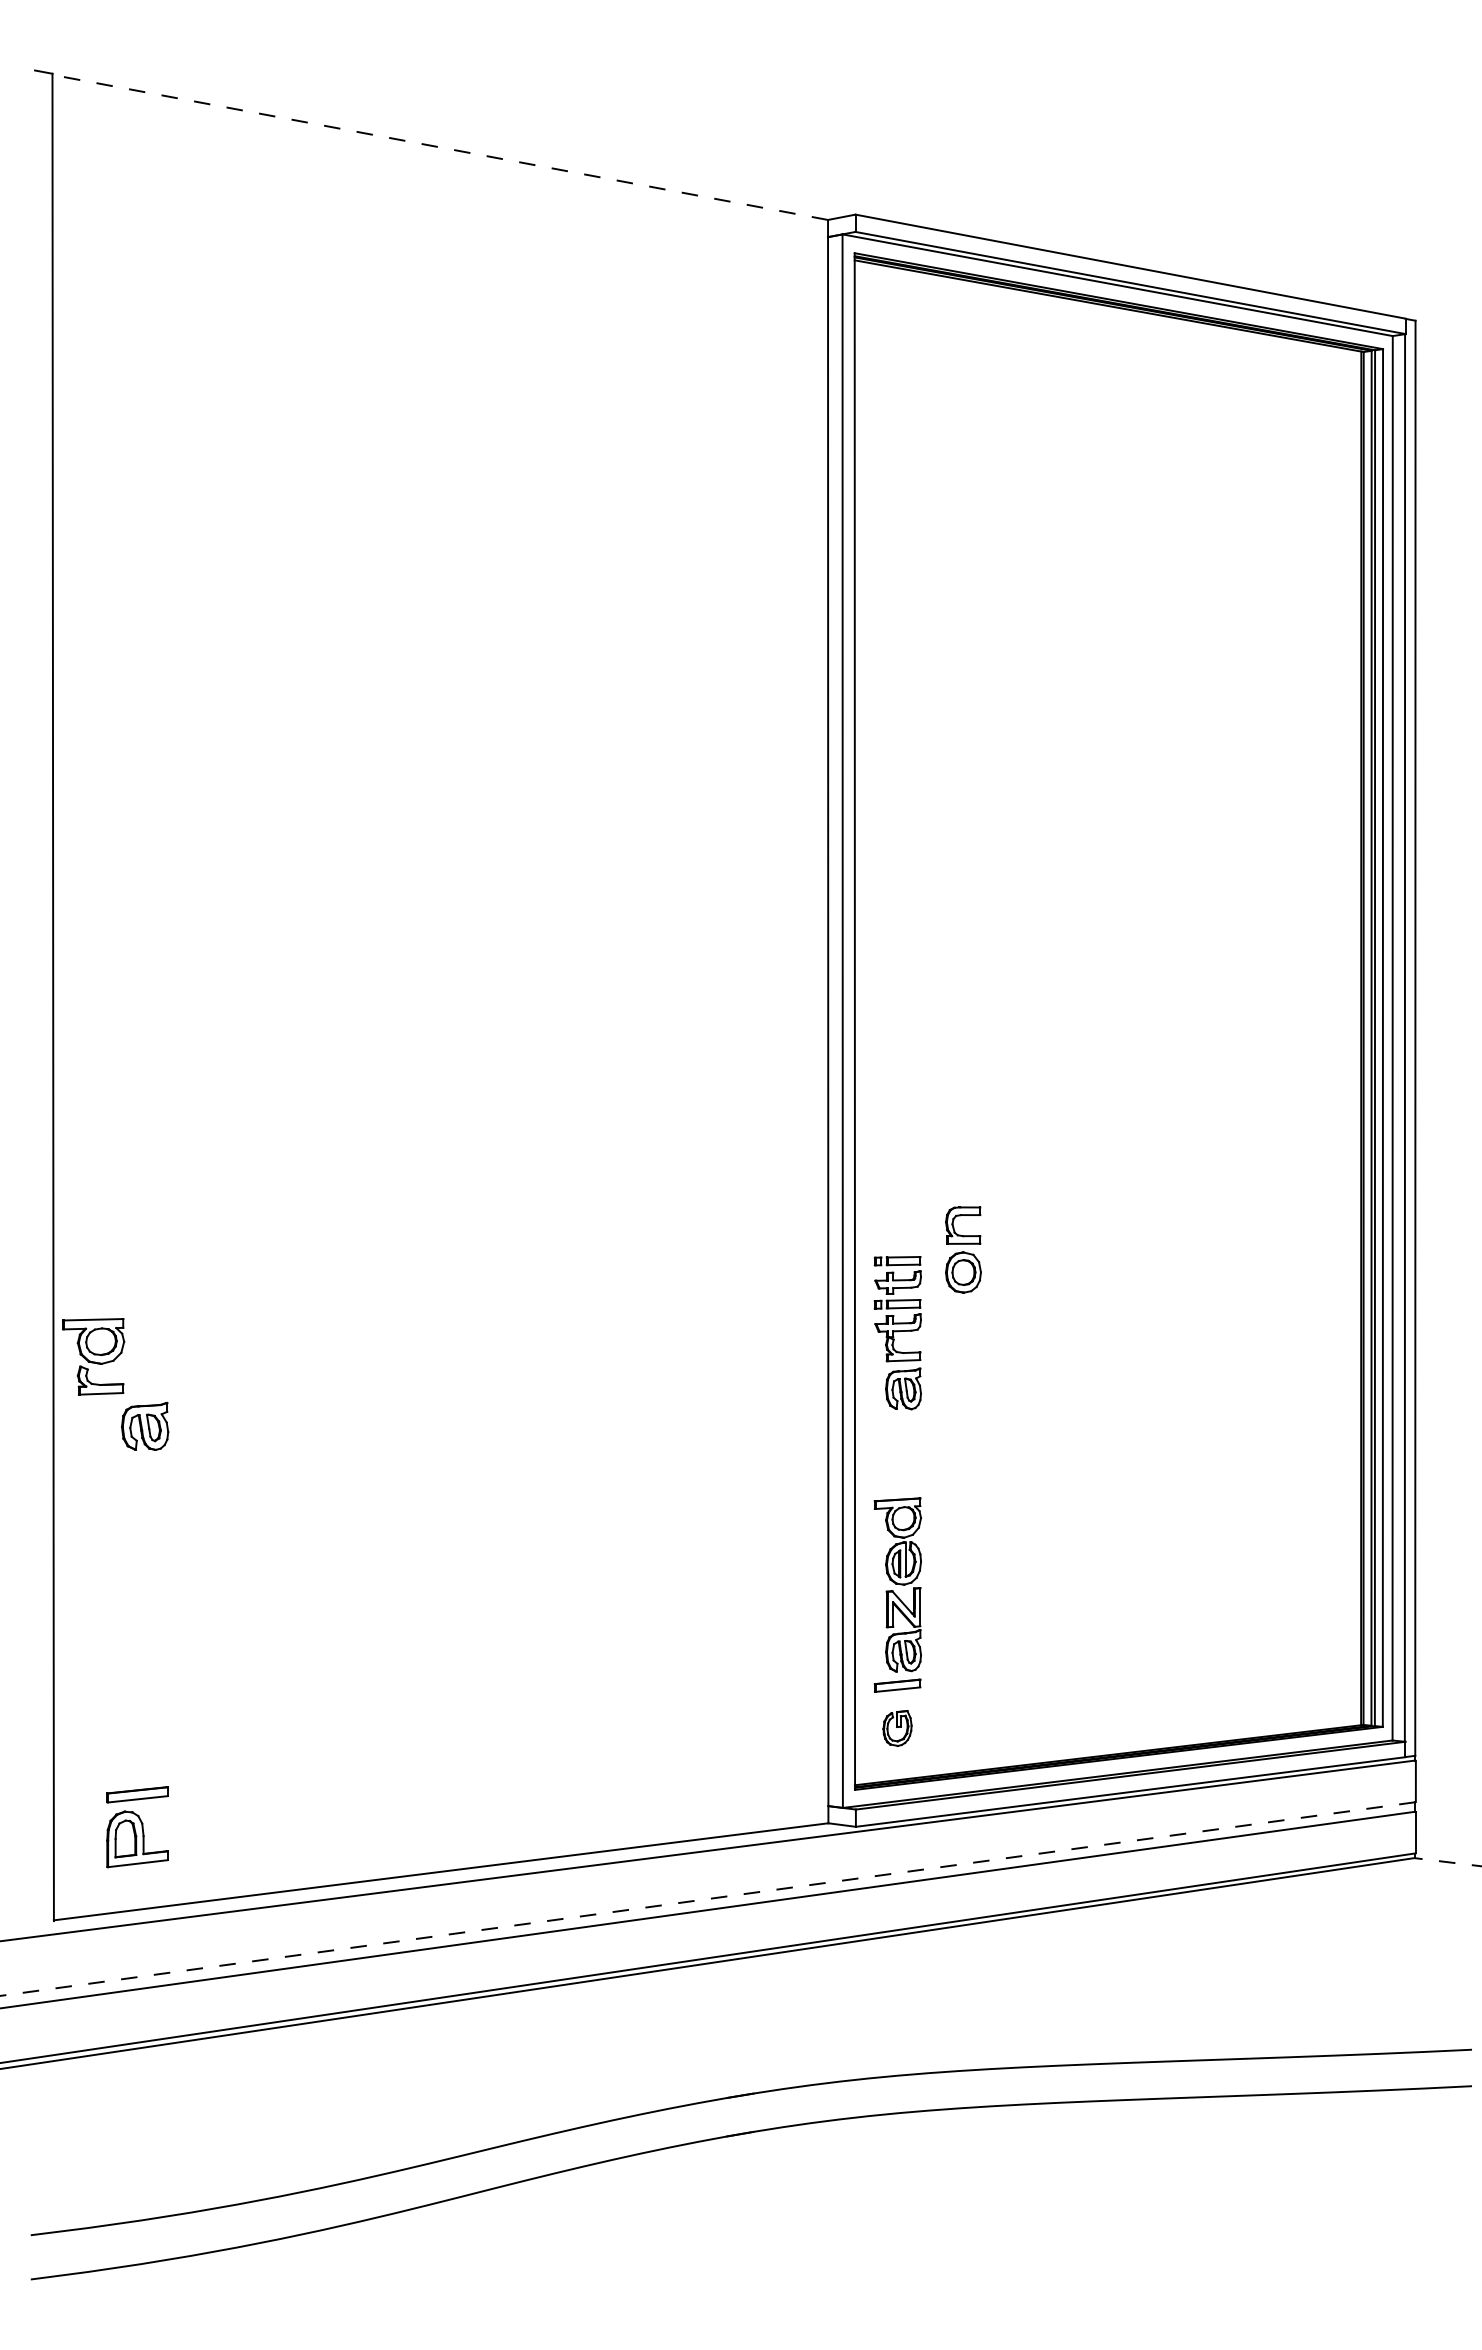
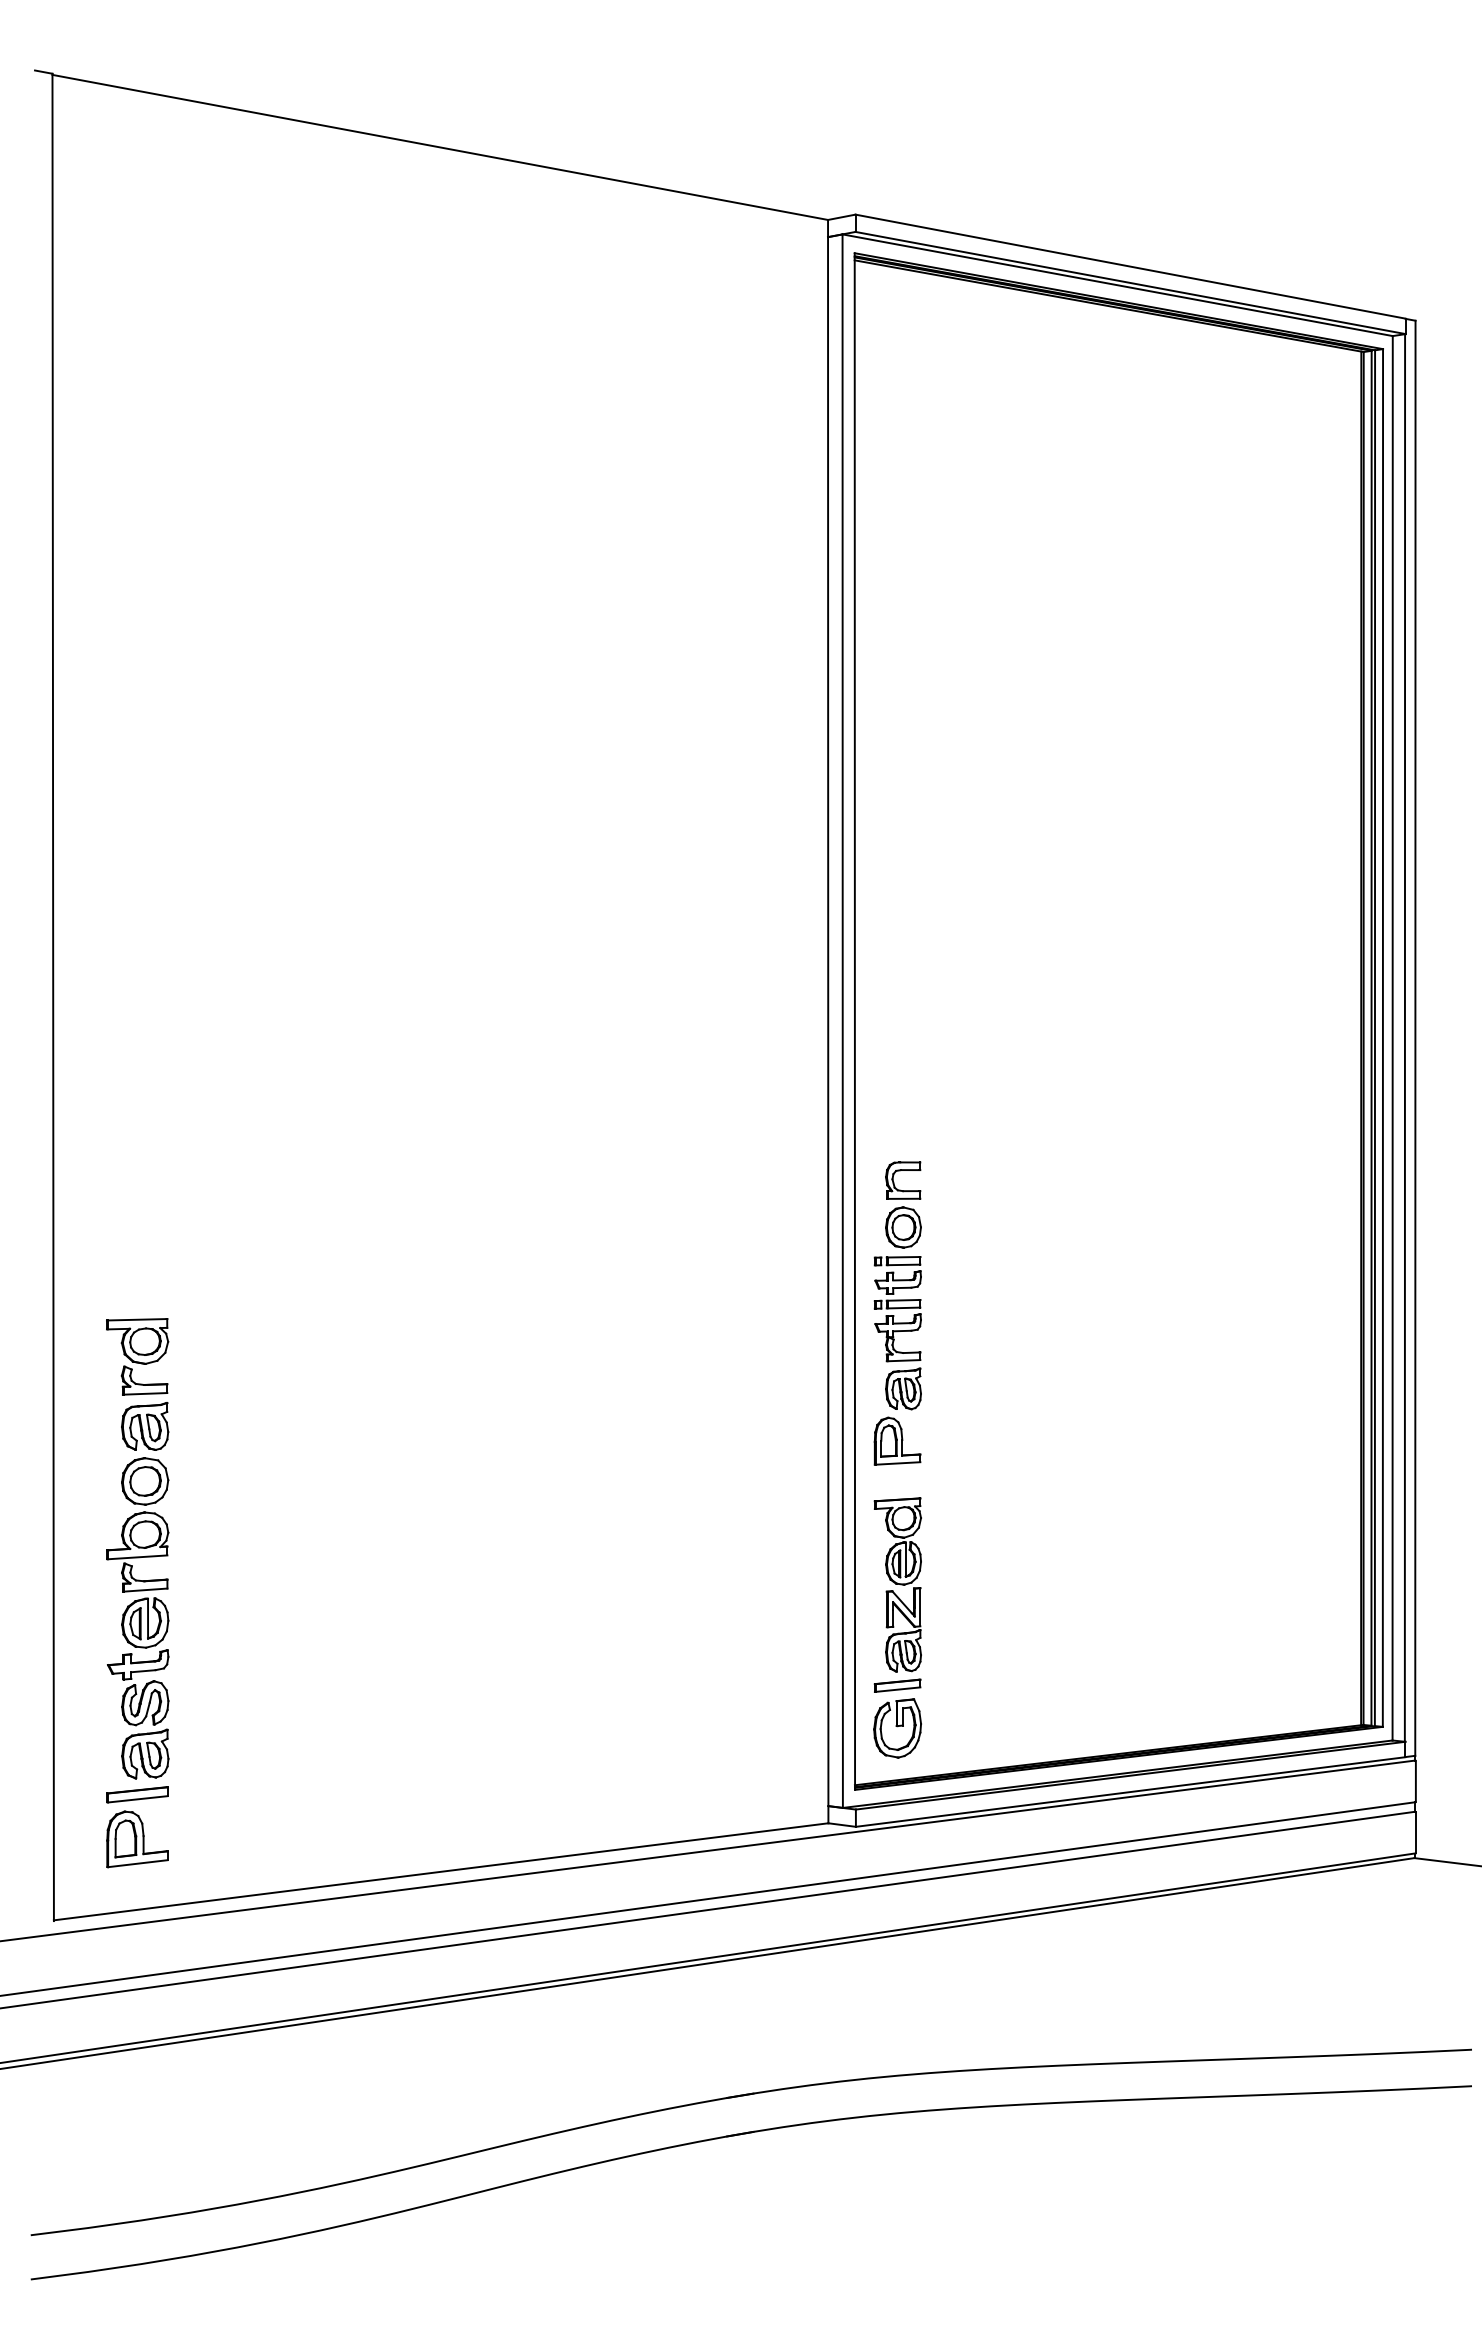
line at (440, 147): dashed -> solid
part at (963, 1249) position: (963, 1249) -> (903, 1204)
part at (93, 1356) position: (93, 1356) -> (137, 1356)
part at (897, 1440): none -> present
part at (137, 1618): none -> present
part at (897, 1728) size: 31x37 px -> 49x61 px
line at (1447, 1862): dashed -> solid
line at (707, 1899): dashed -> solid
